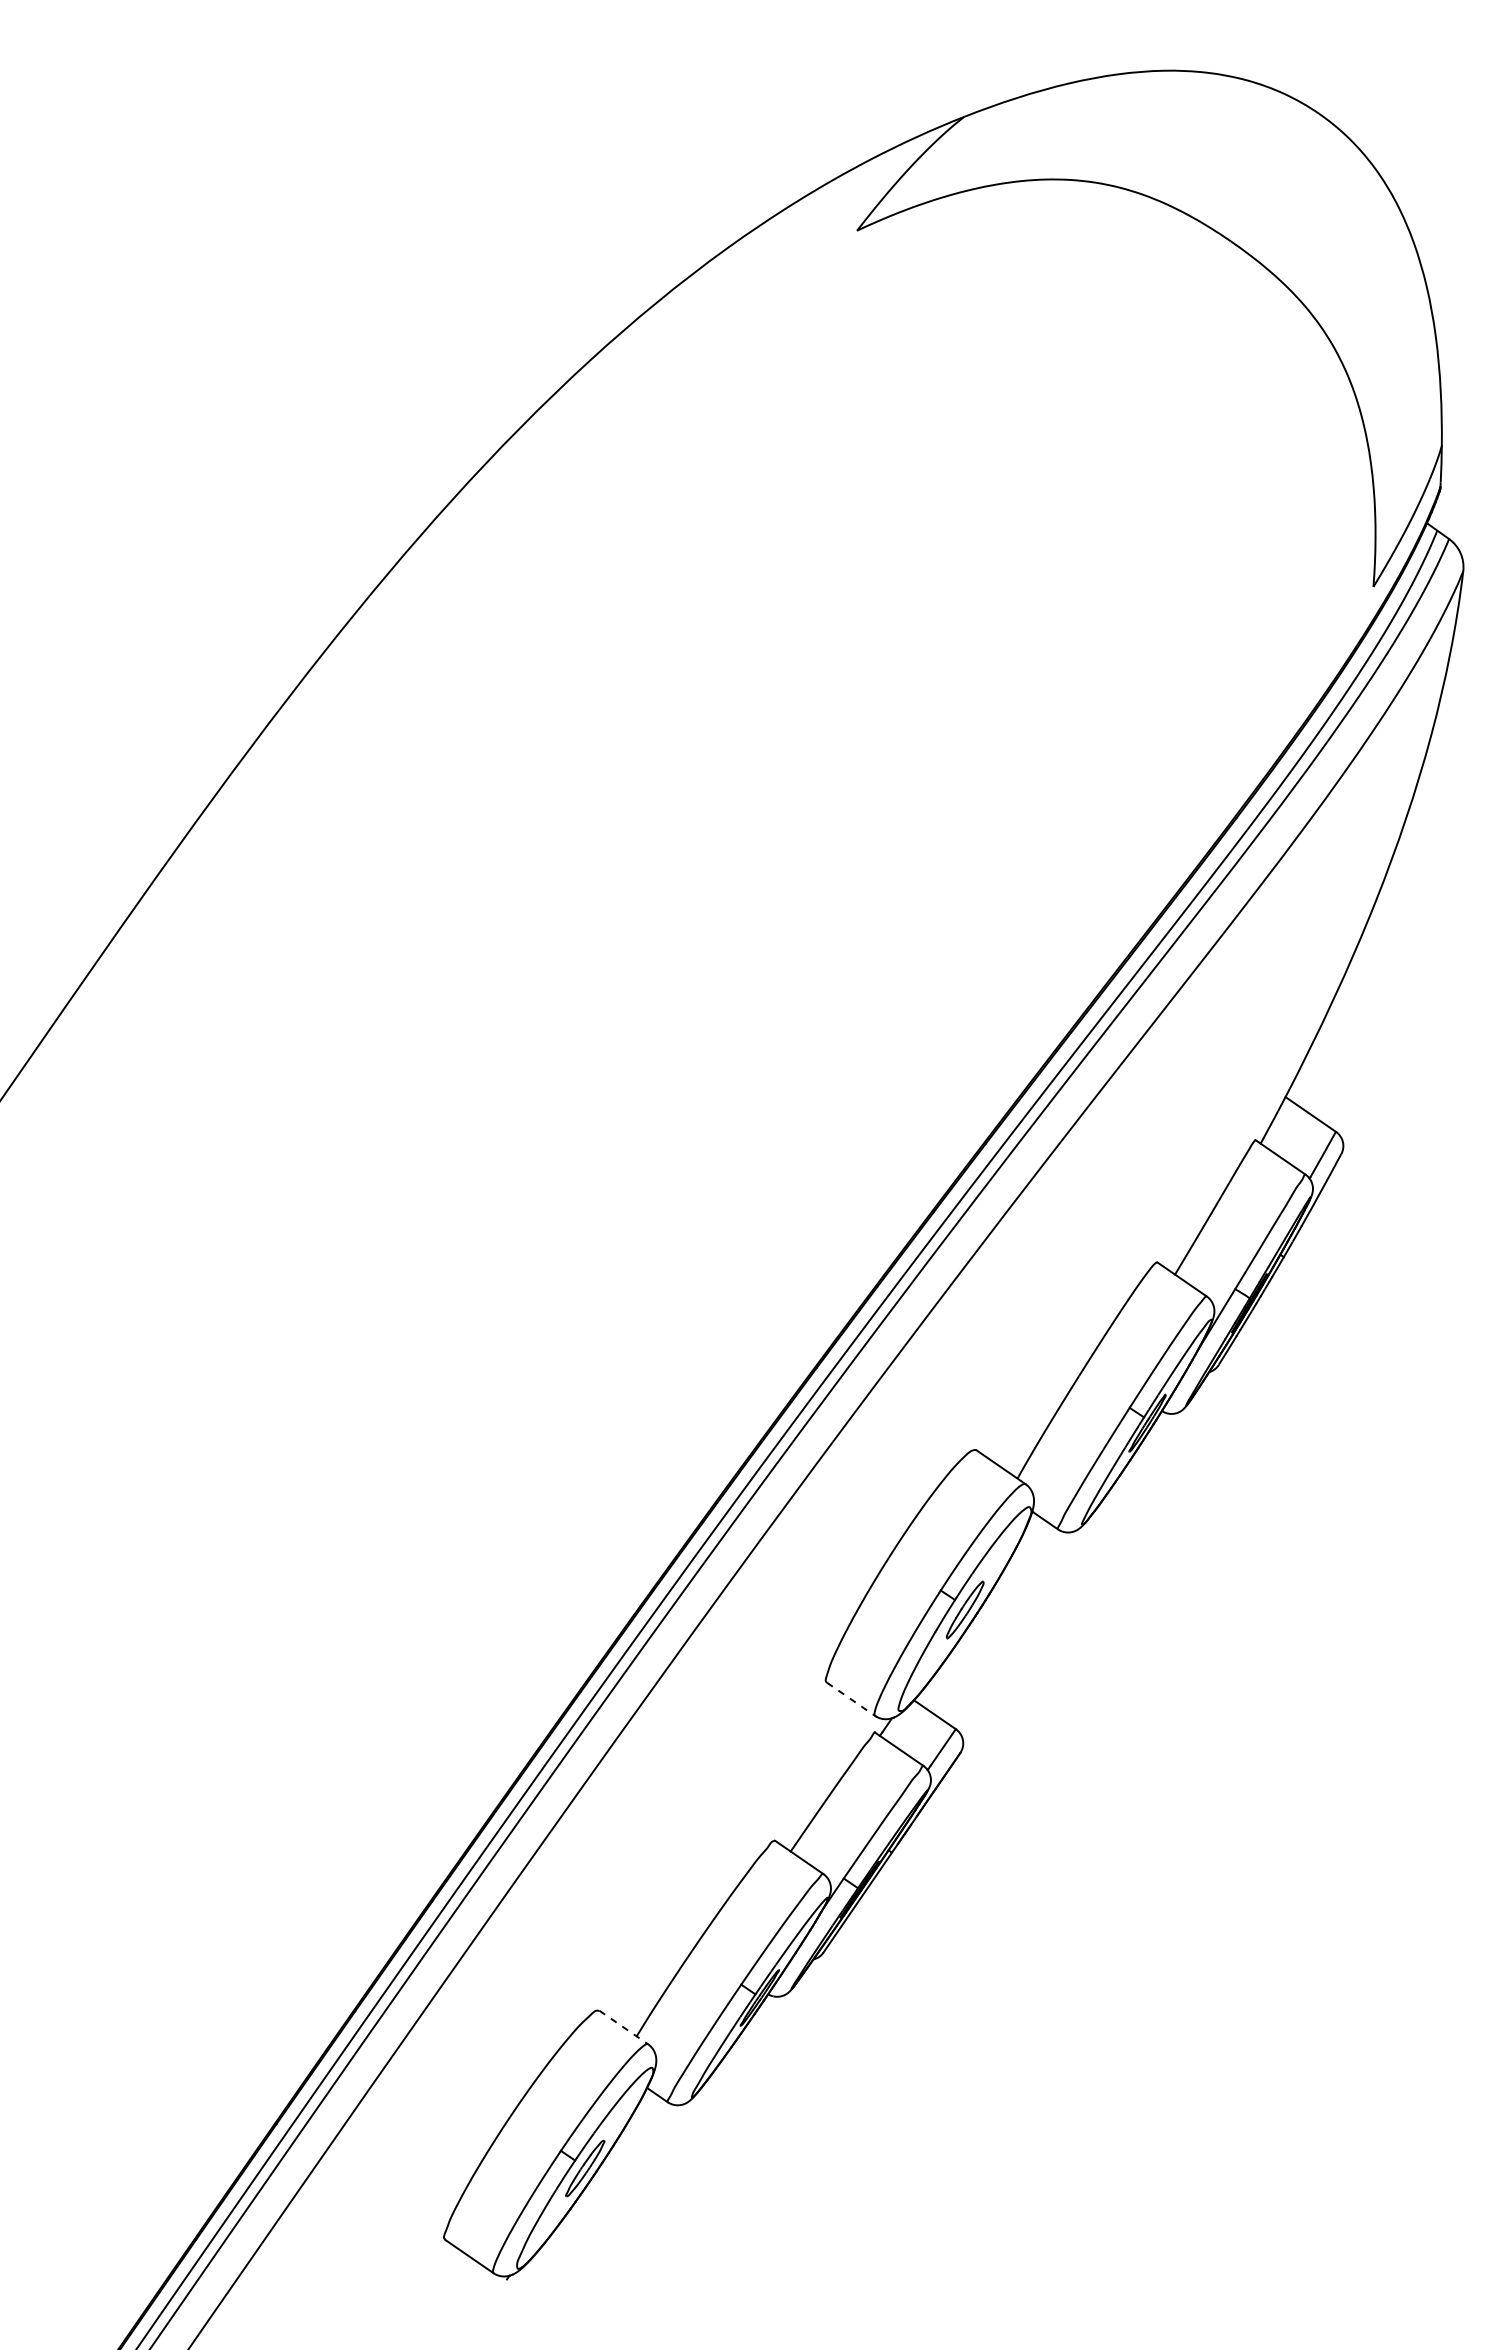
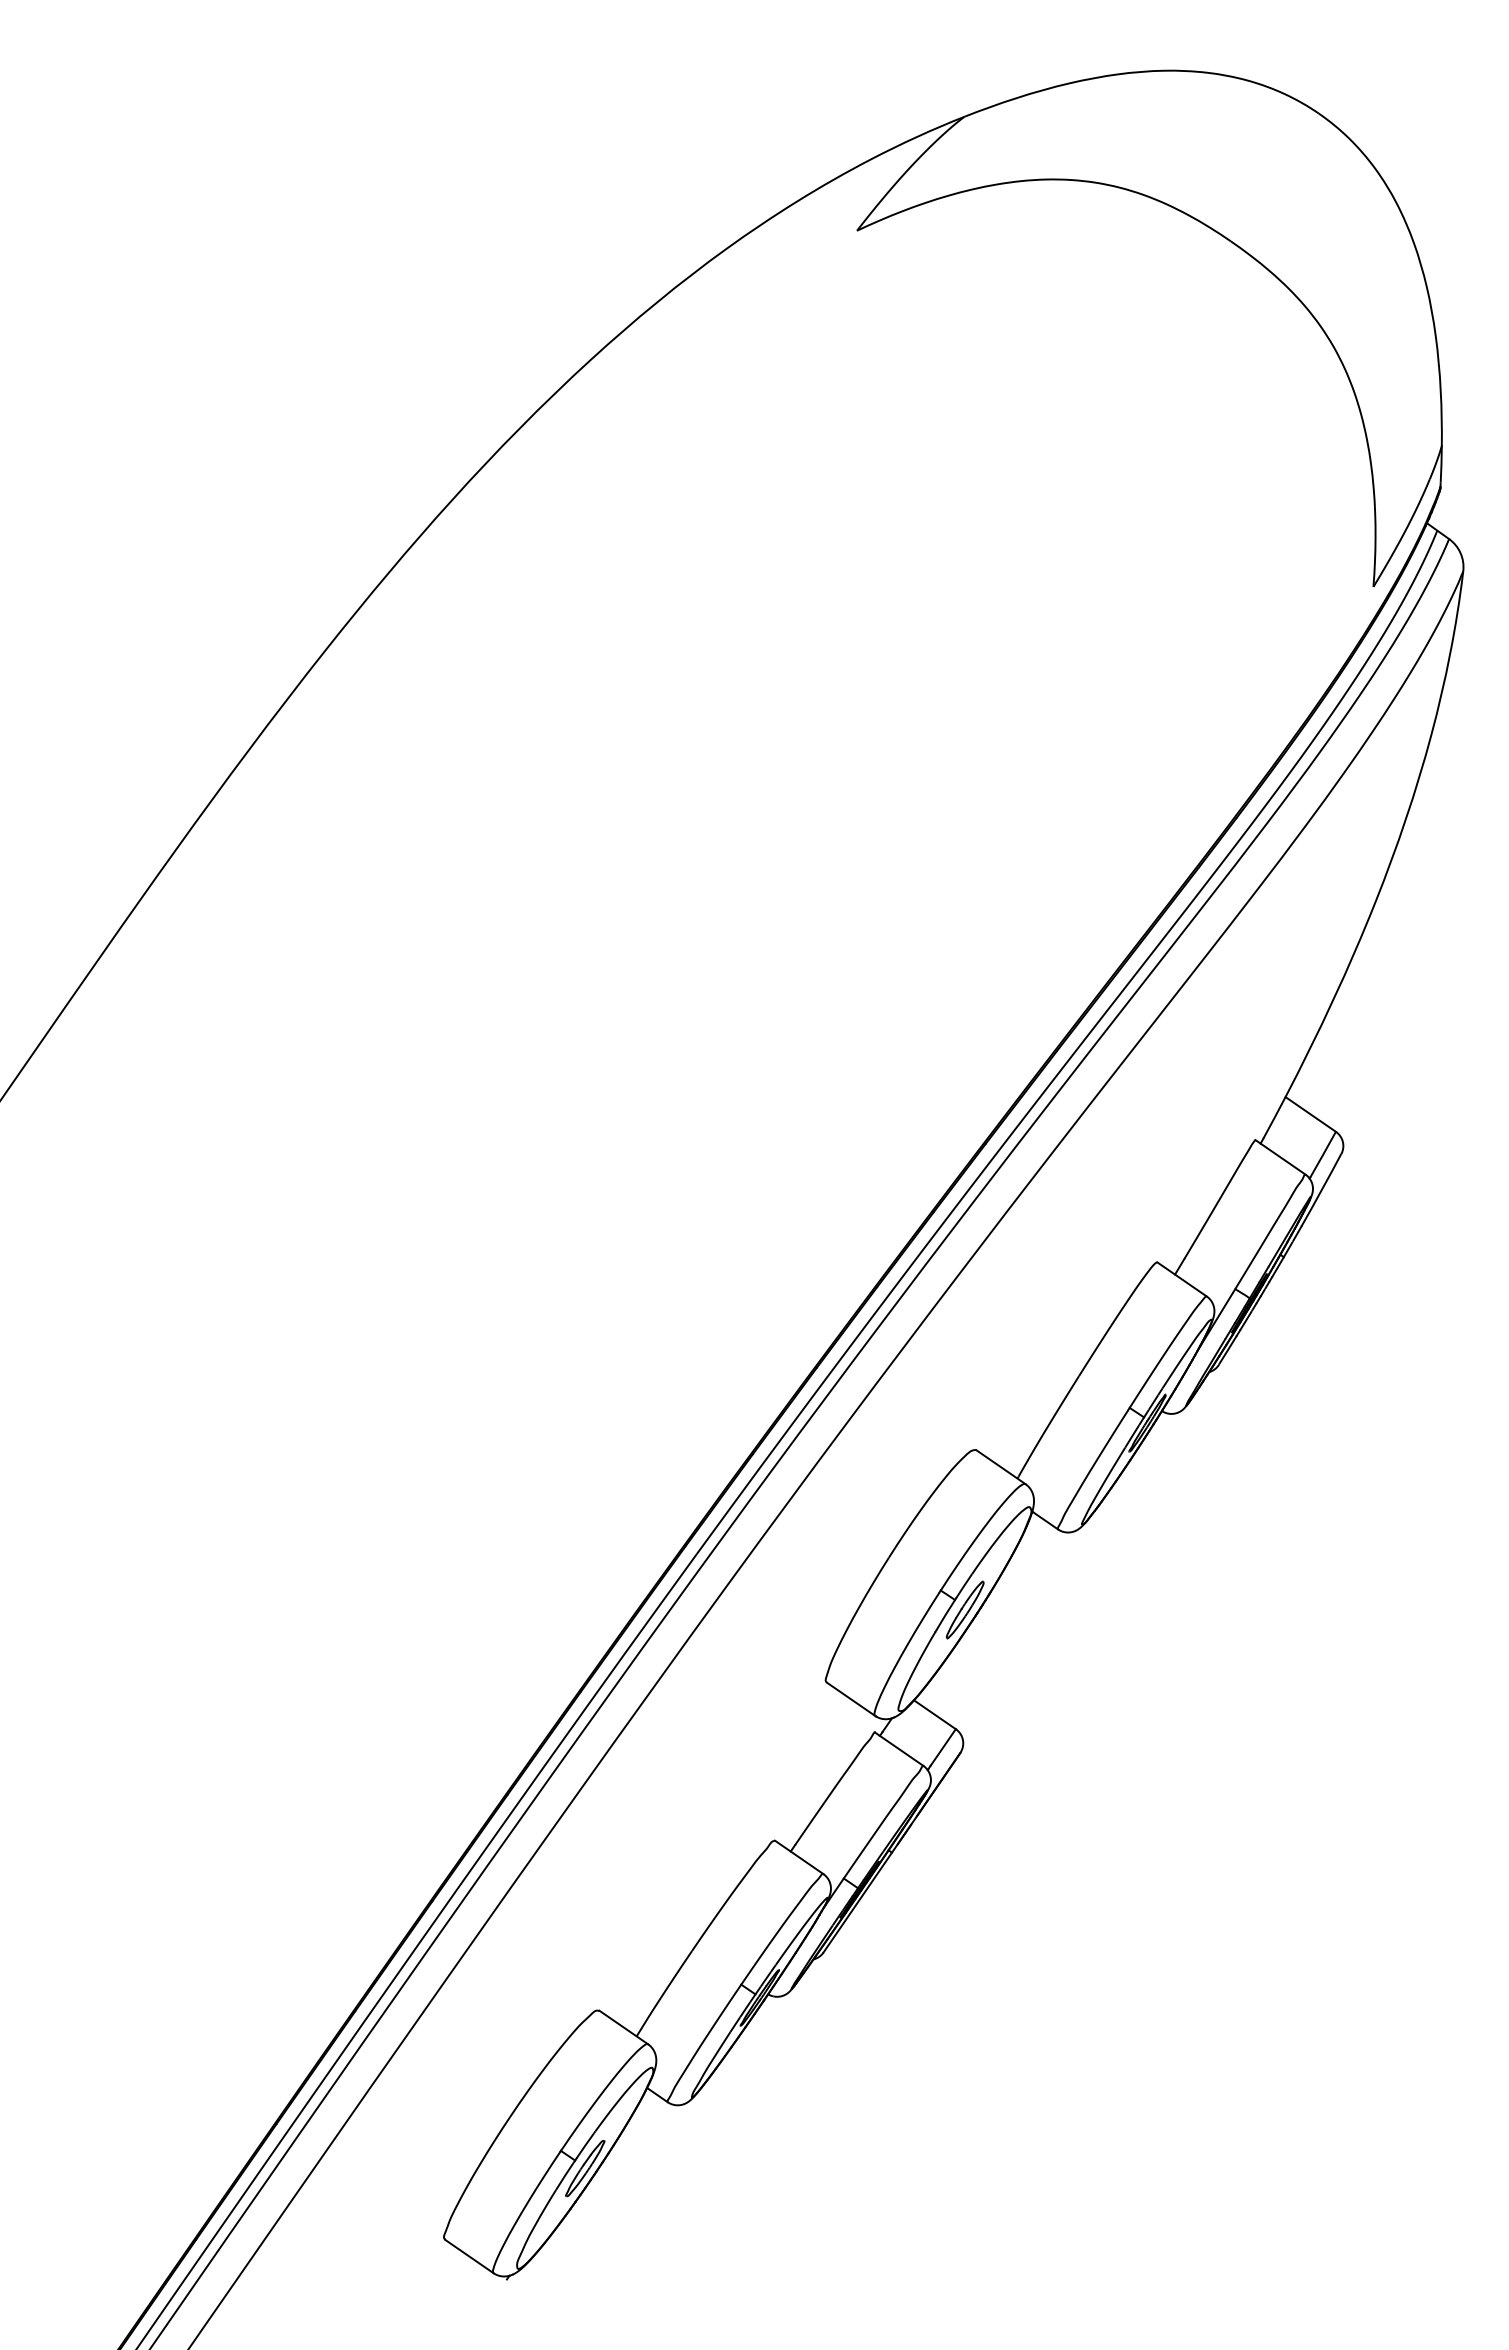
line at (851, 1699): dashed -> solid
line at (623, 2027): dashed -> solid
